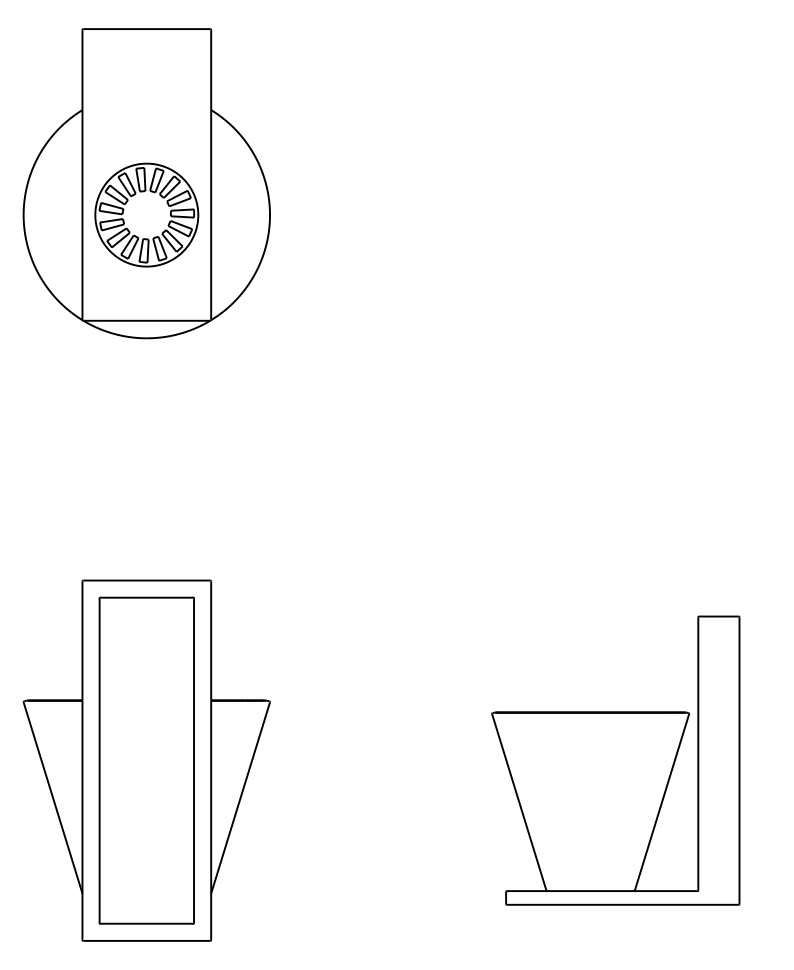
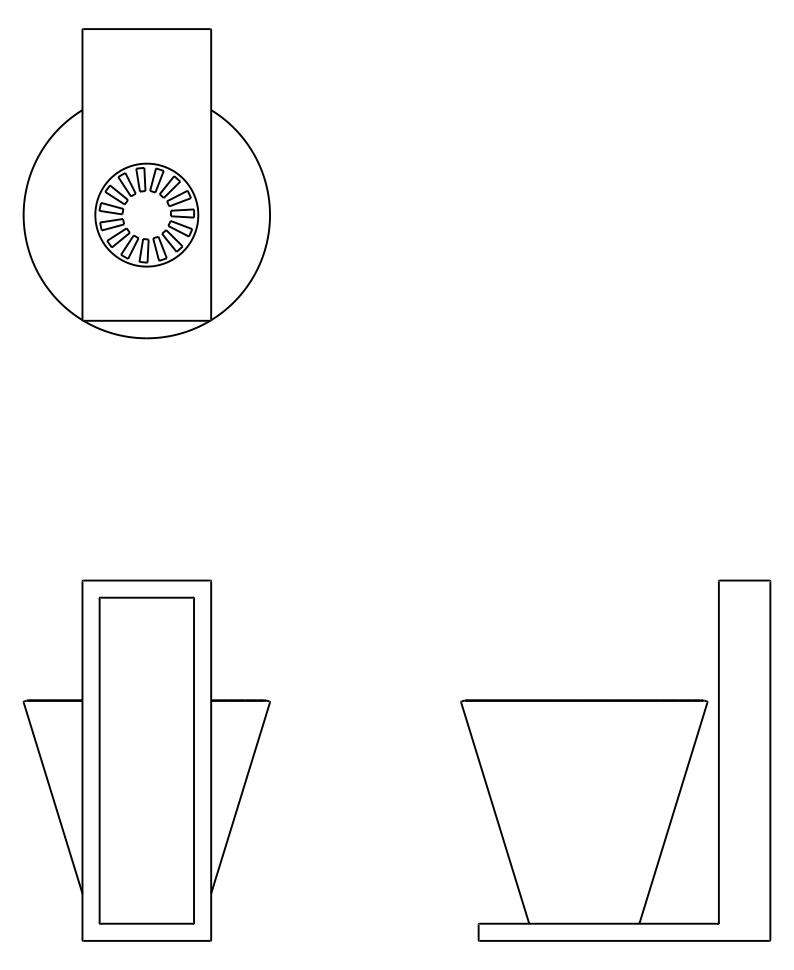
part at (615, 760) size: 250x291 px -> 312x363 px
